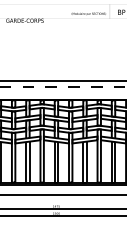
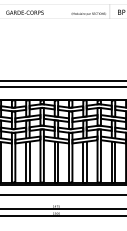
text at (24, 20) position: (24, 20) -> (24, 12)
line at (63, 86): dashed -> solid
